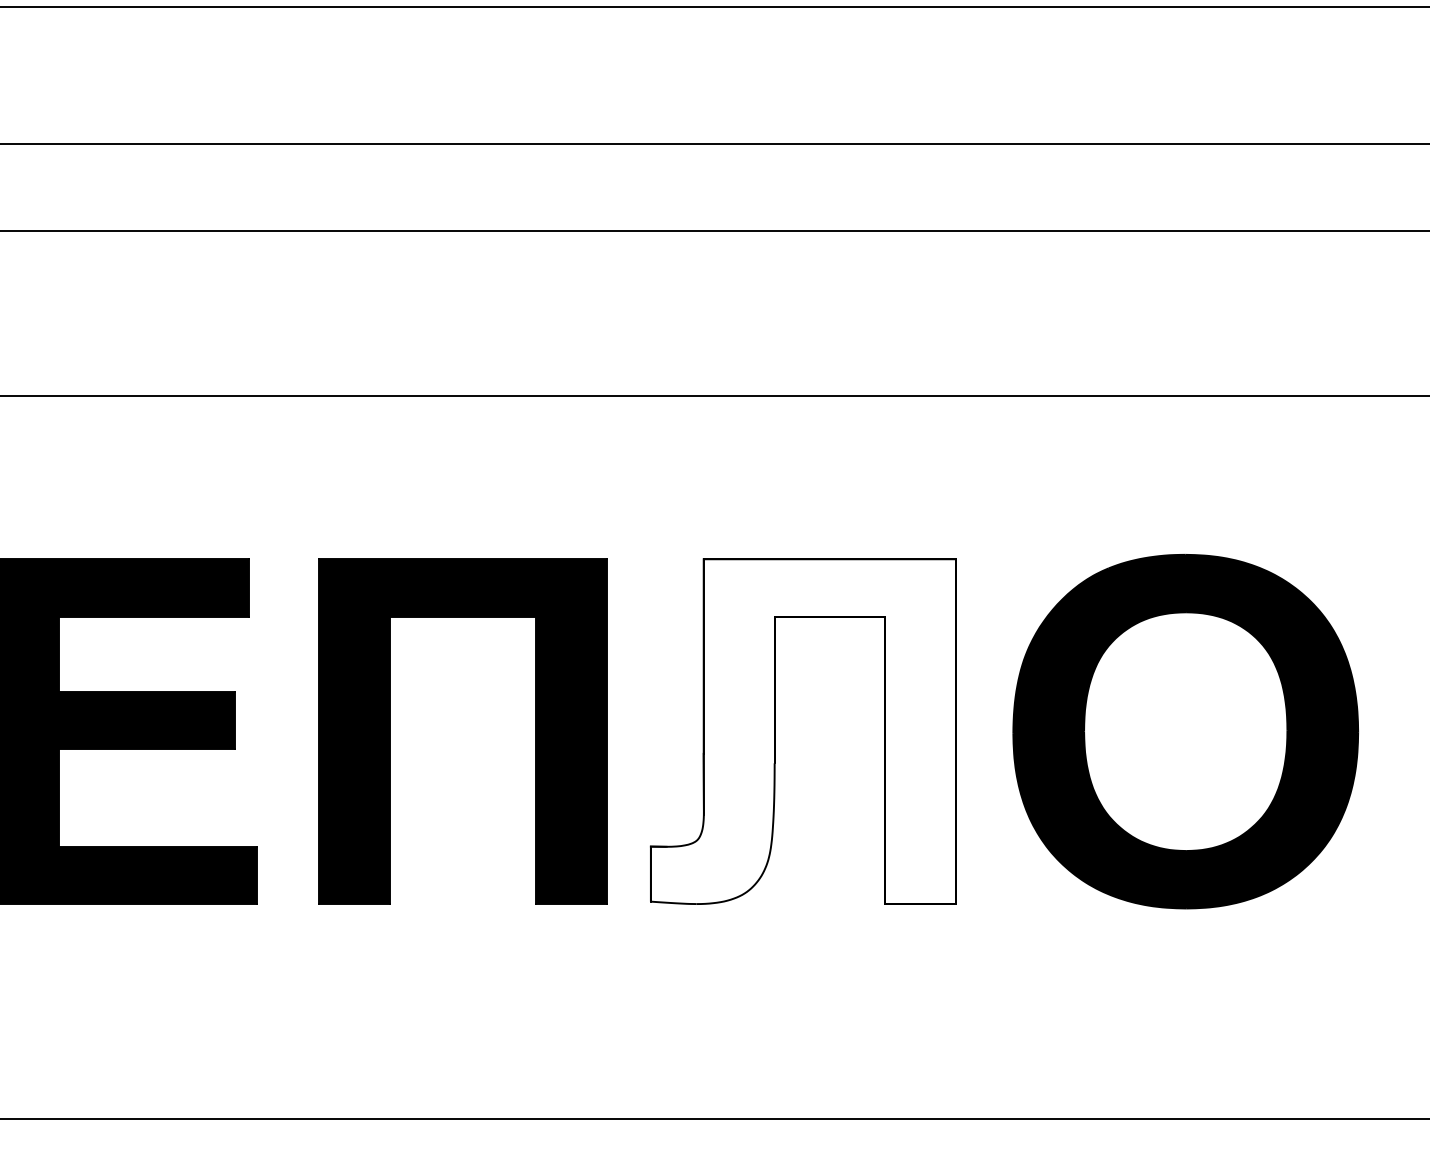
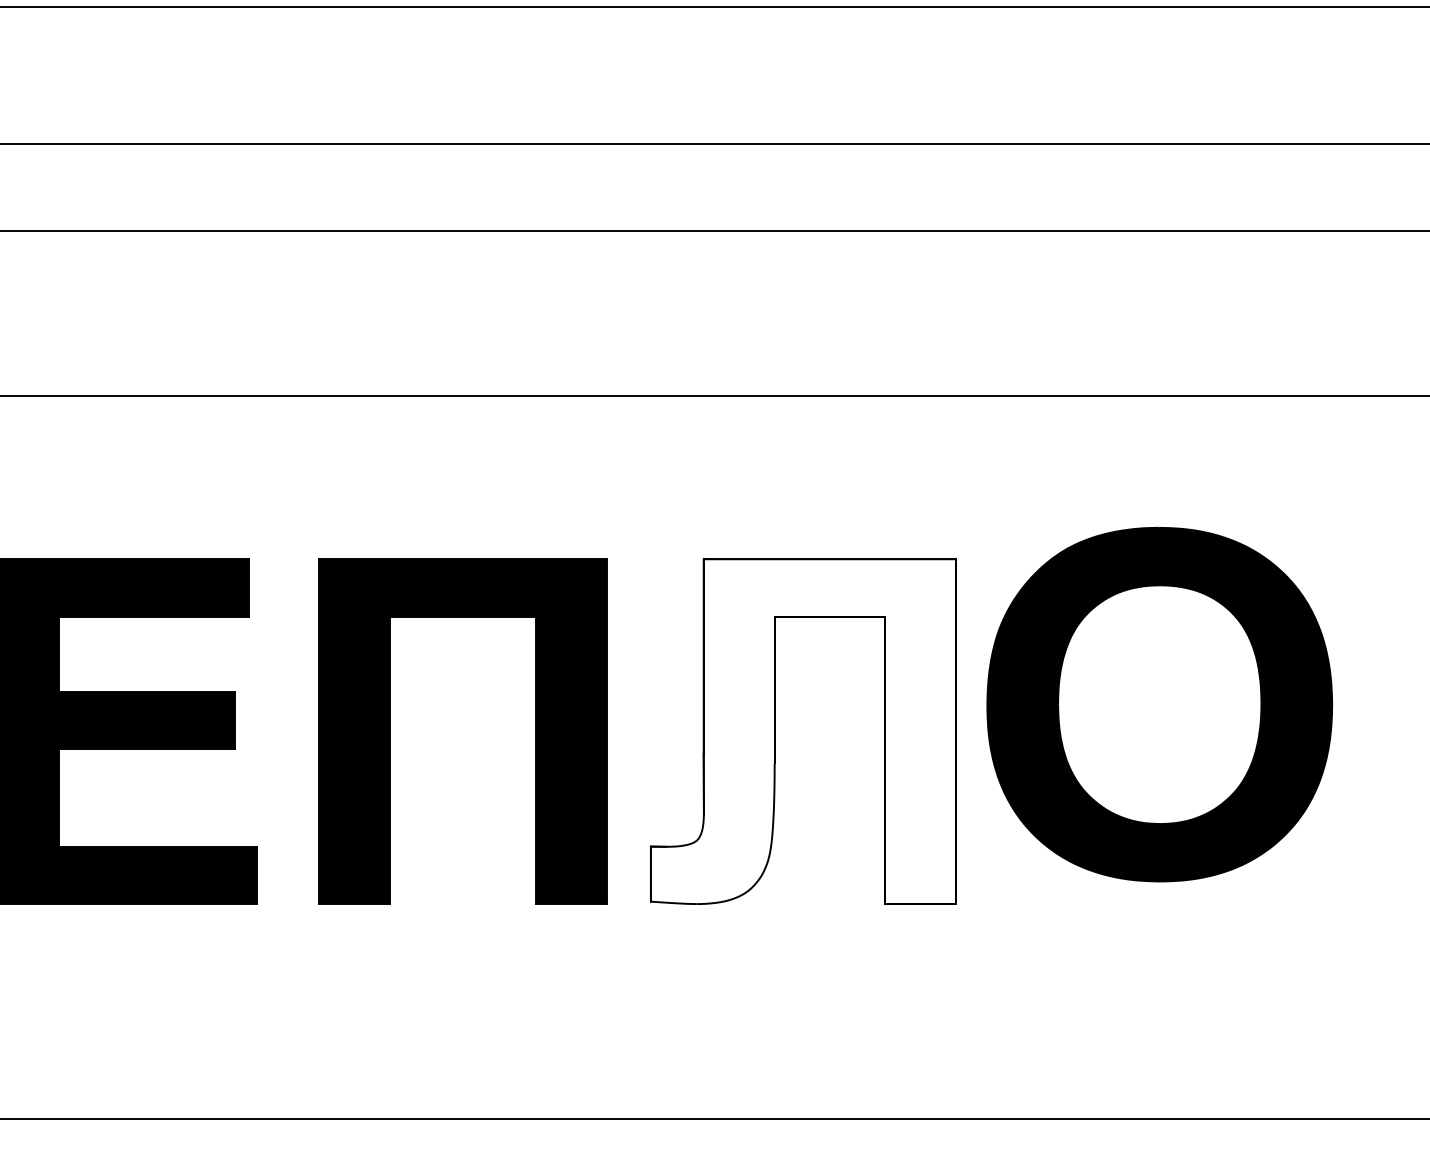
part at (1185, 731) position: (1185, 731) -> (1159, 704)
